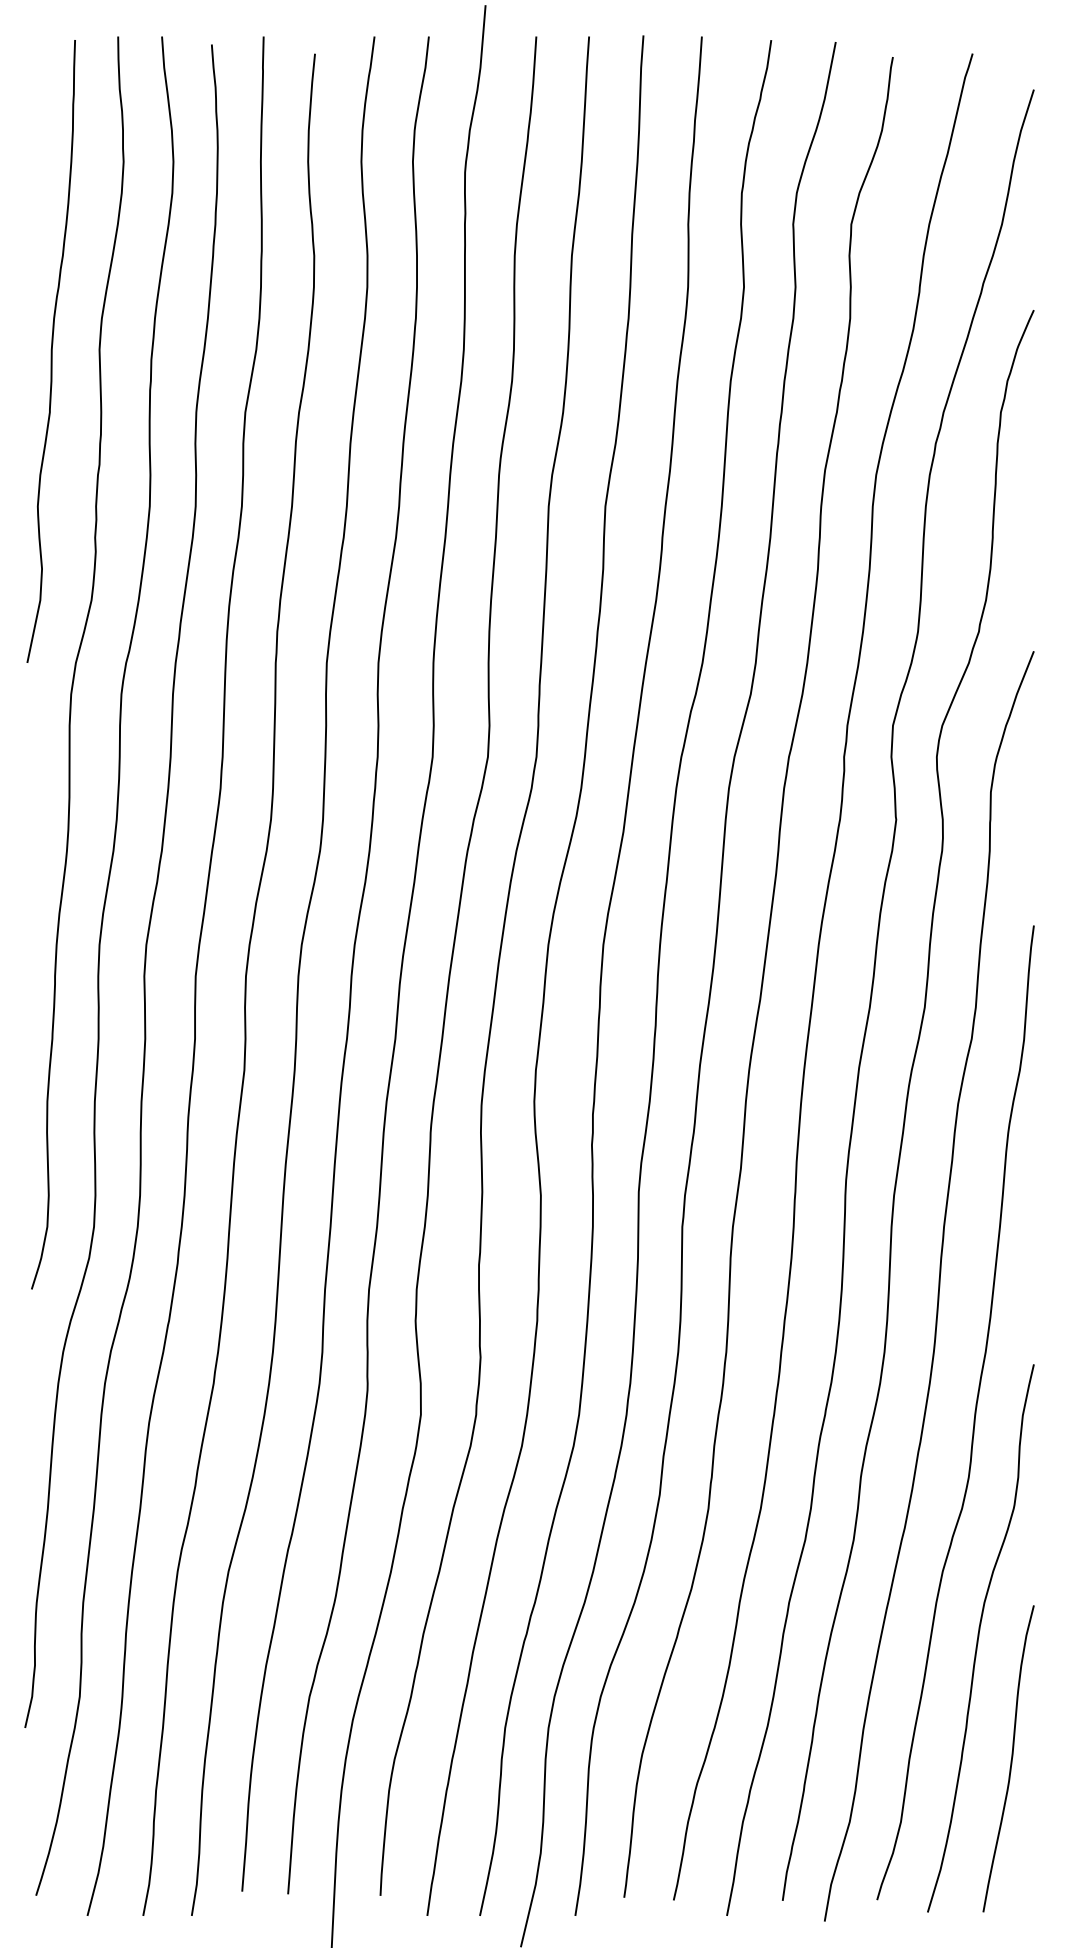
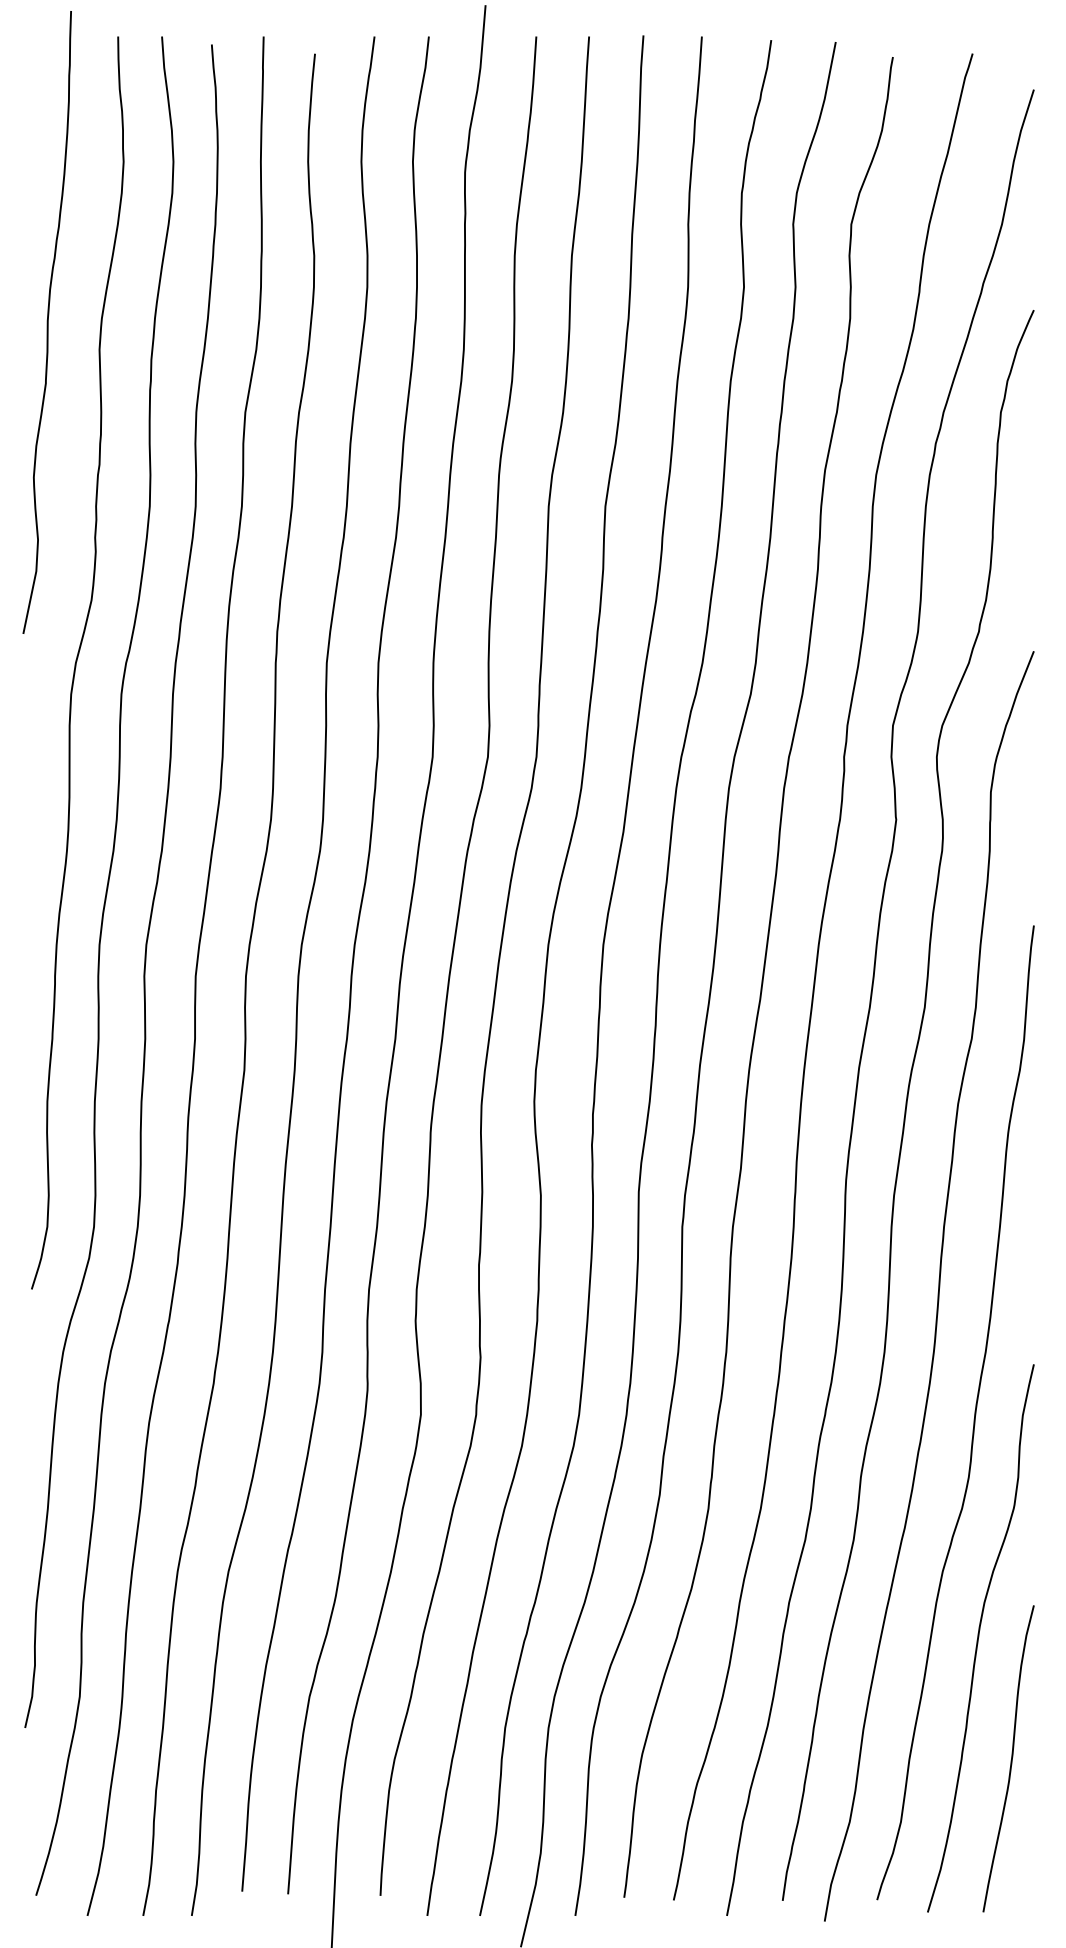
curve at (50, 351) position: (50, 351) -> (46, 322)
